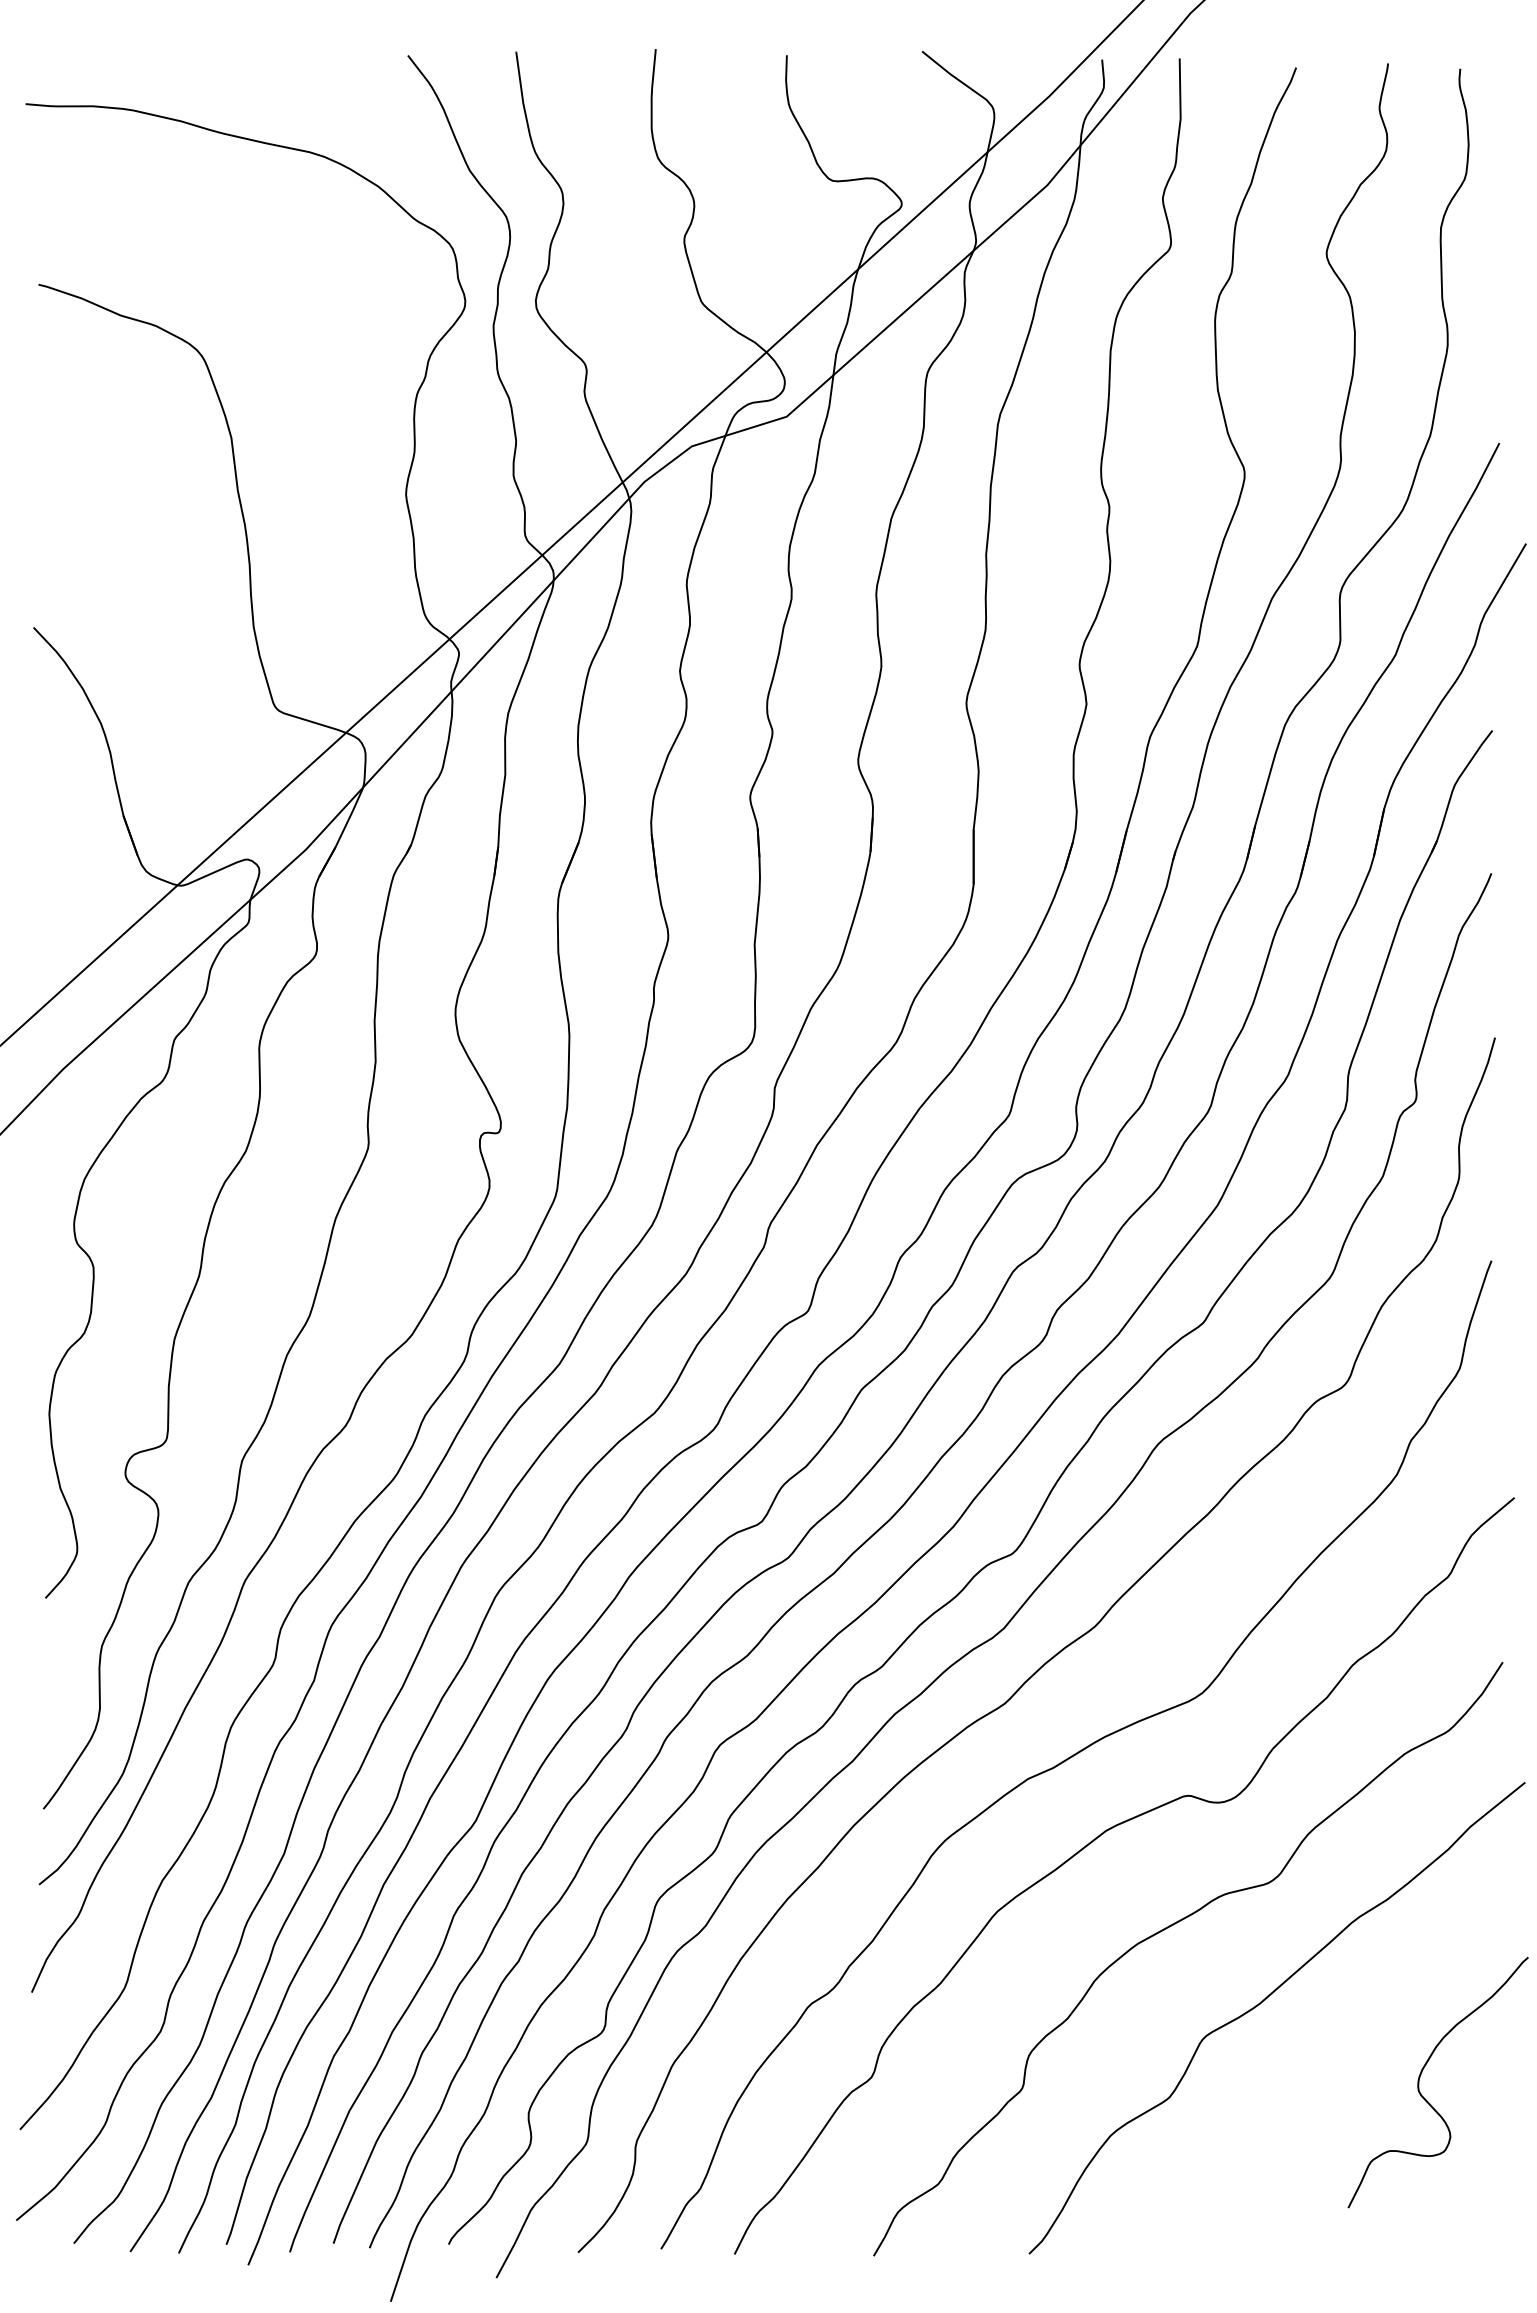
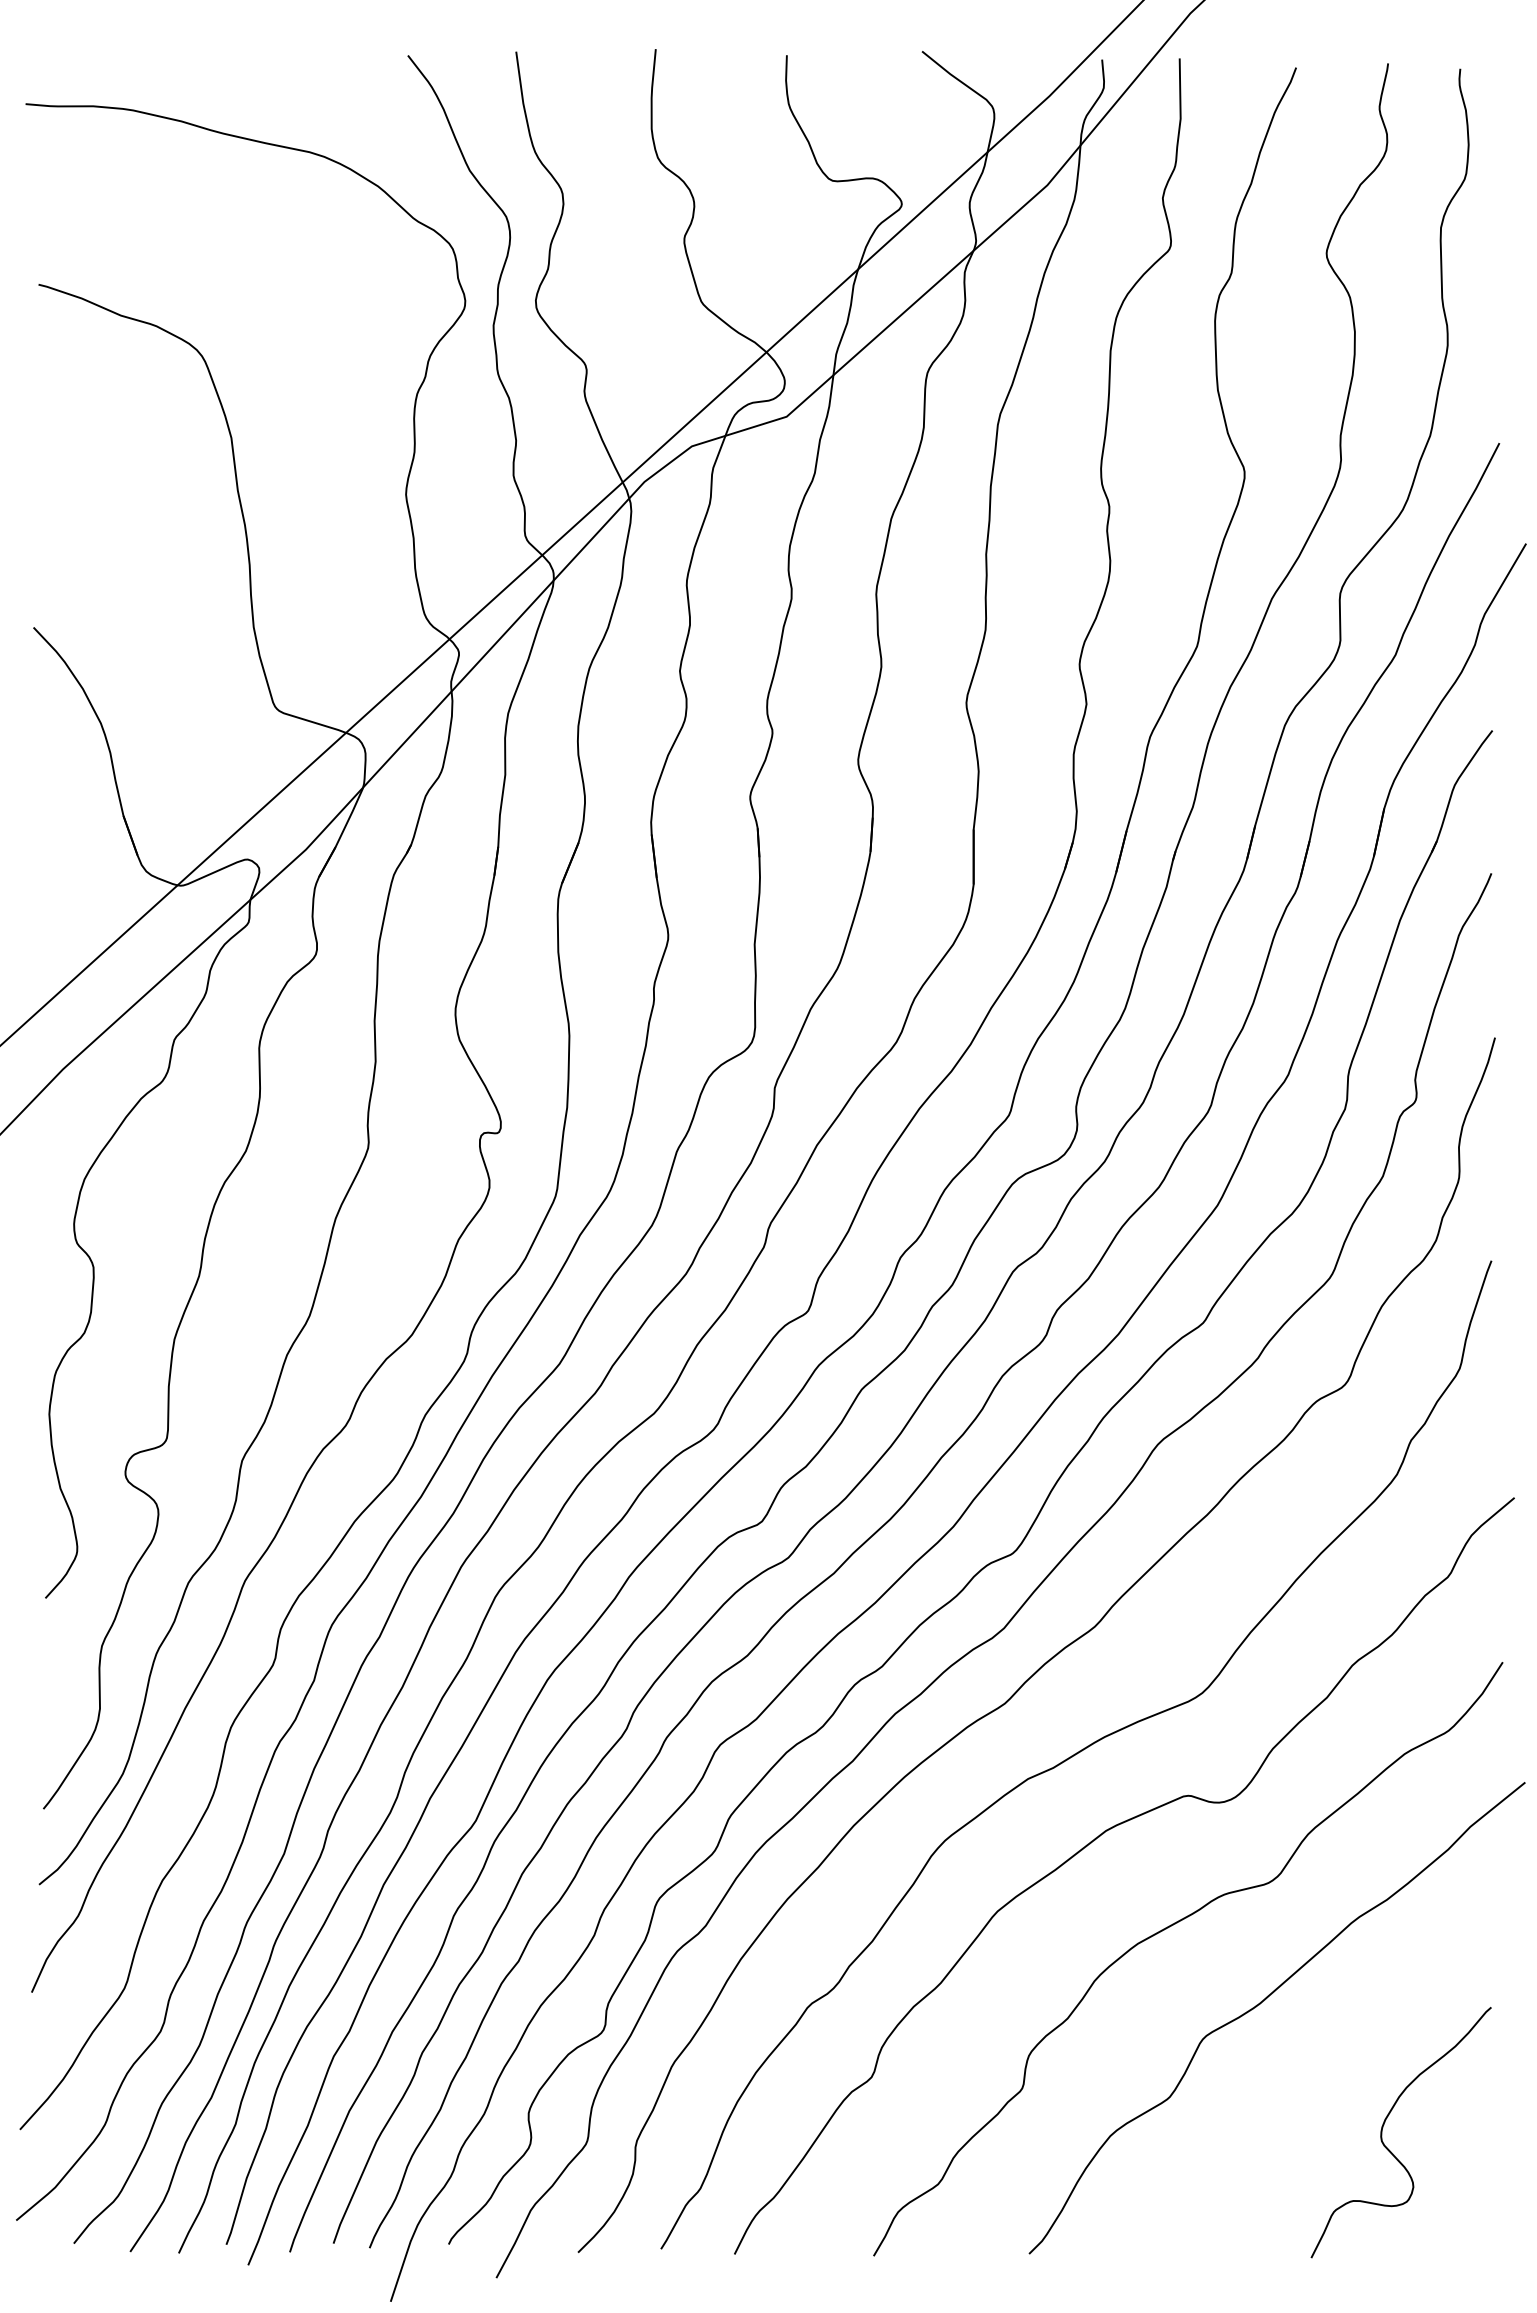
curve at (1420, 2077) position: (1420, 2077) -> (1383, 2127)
